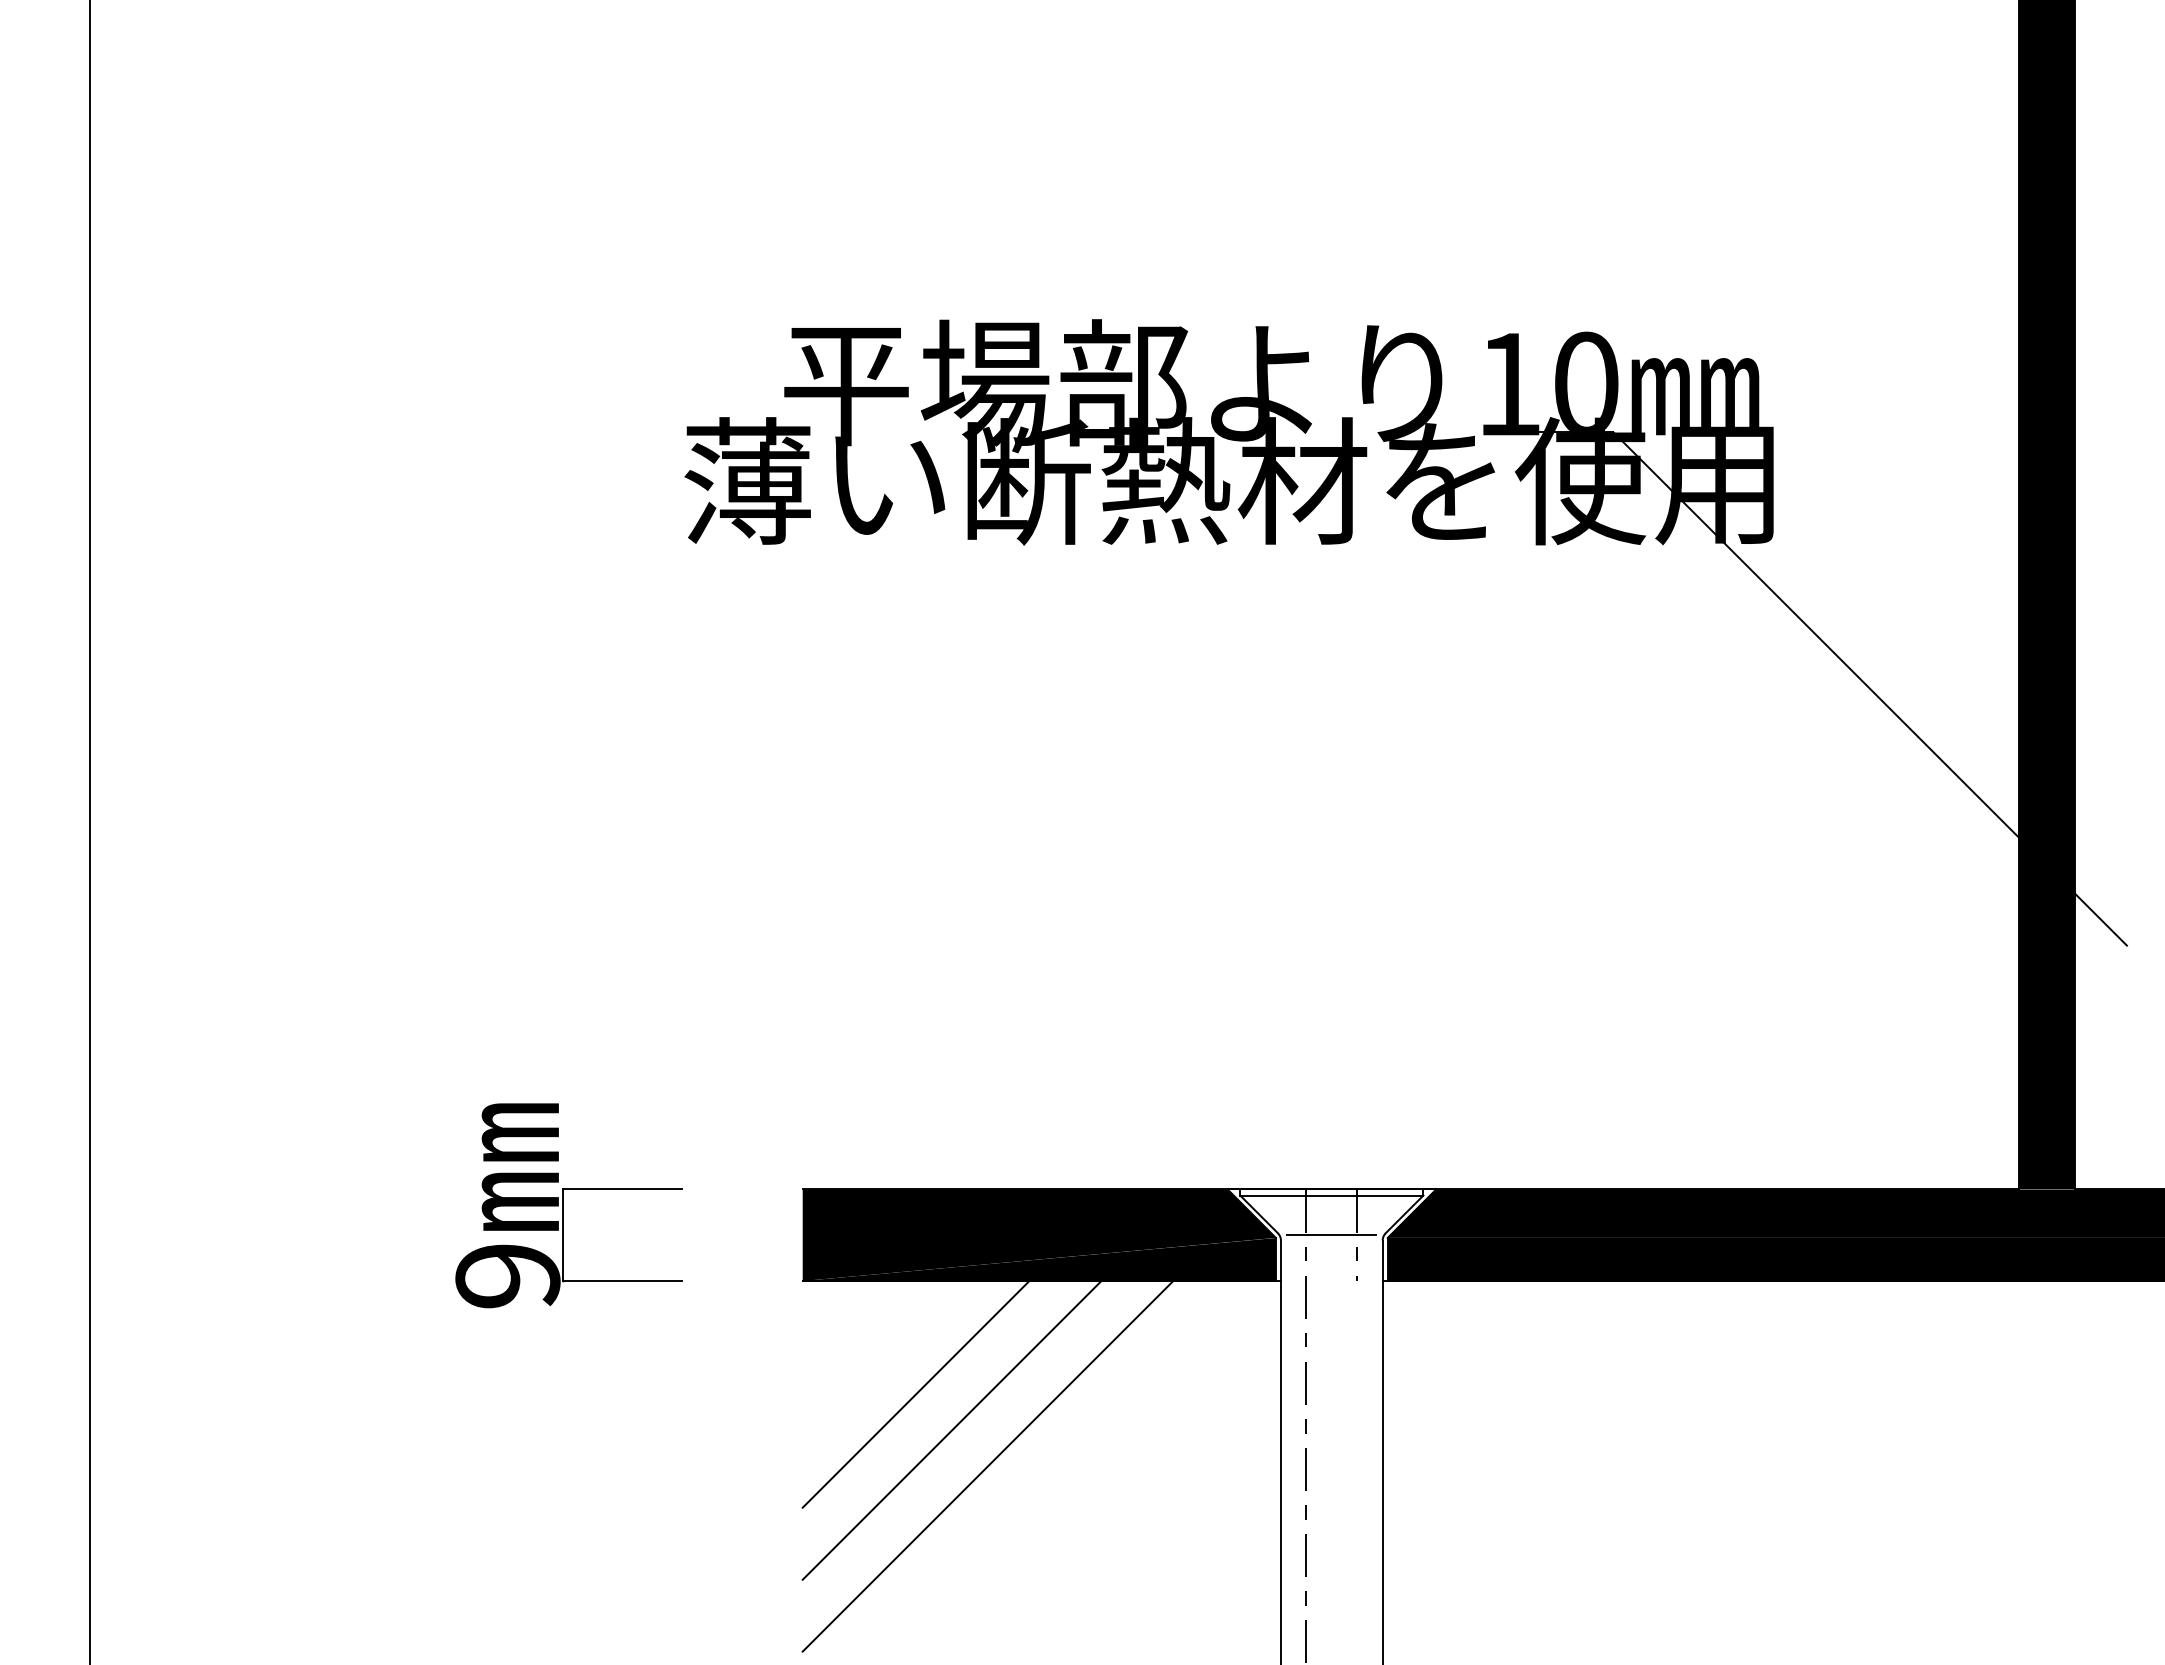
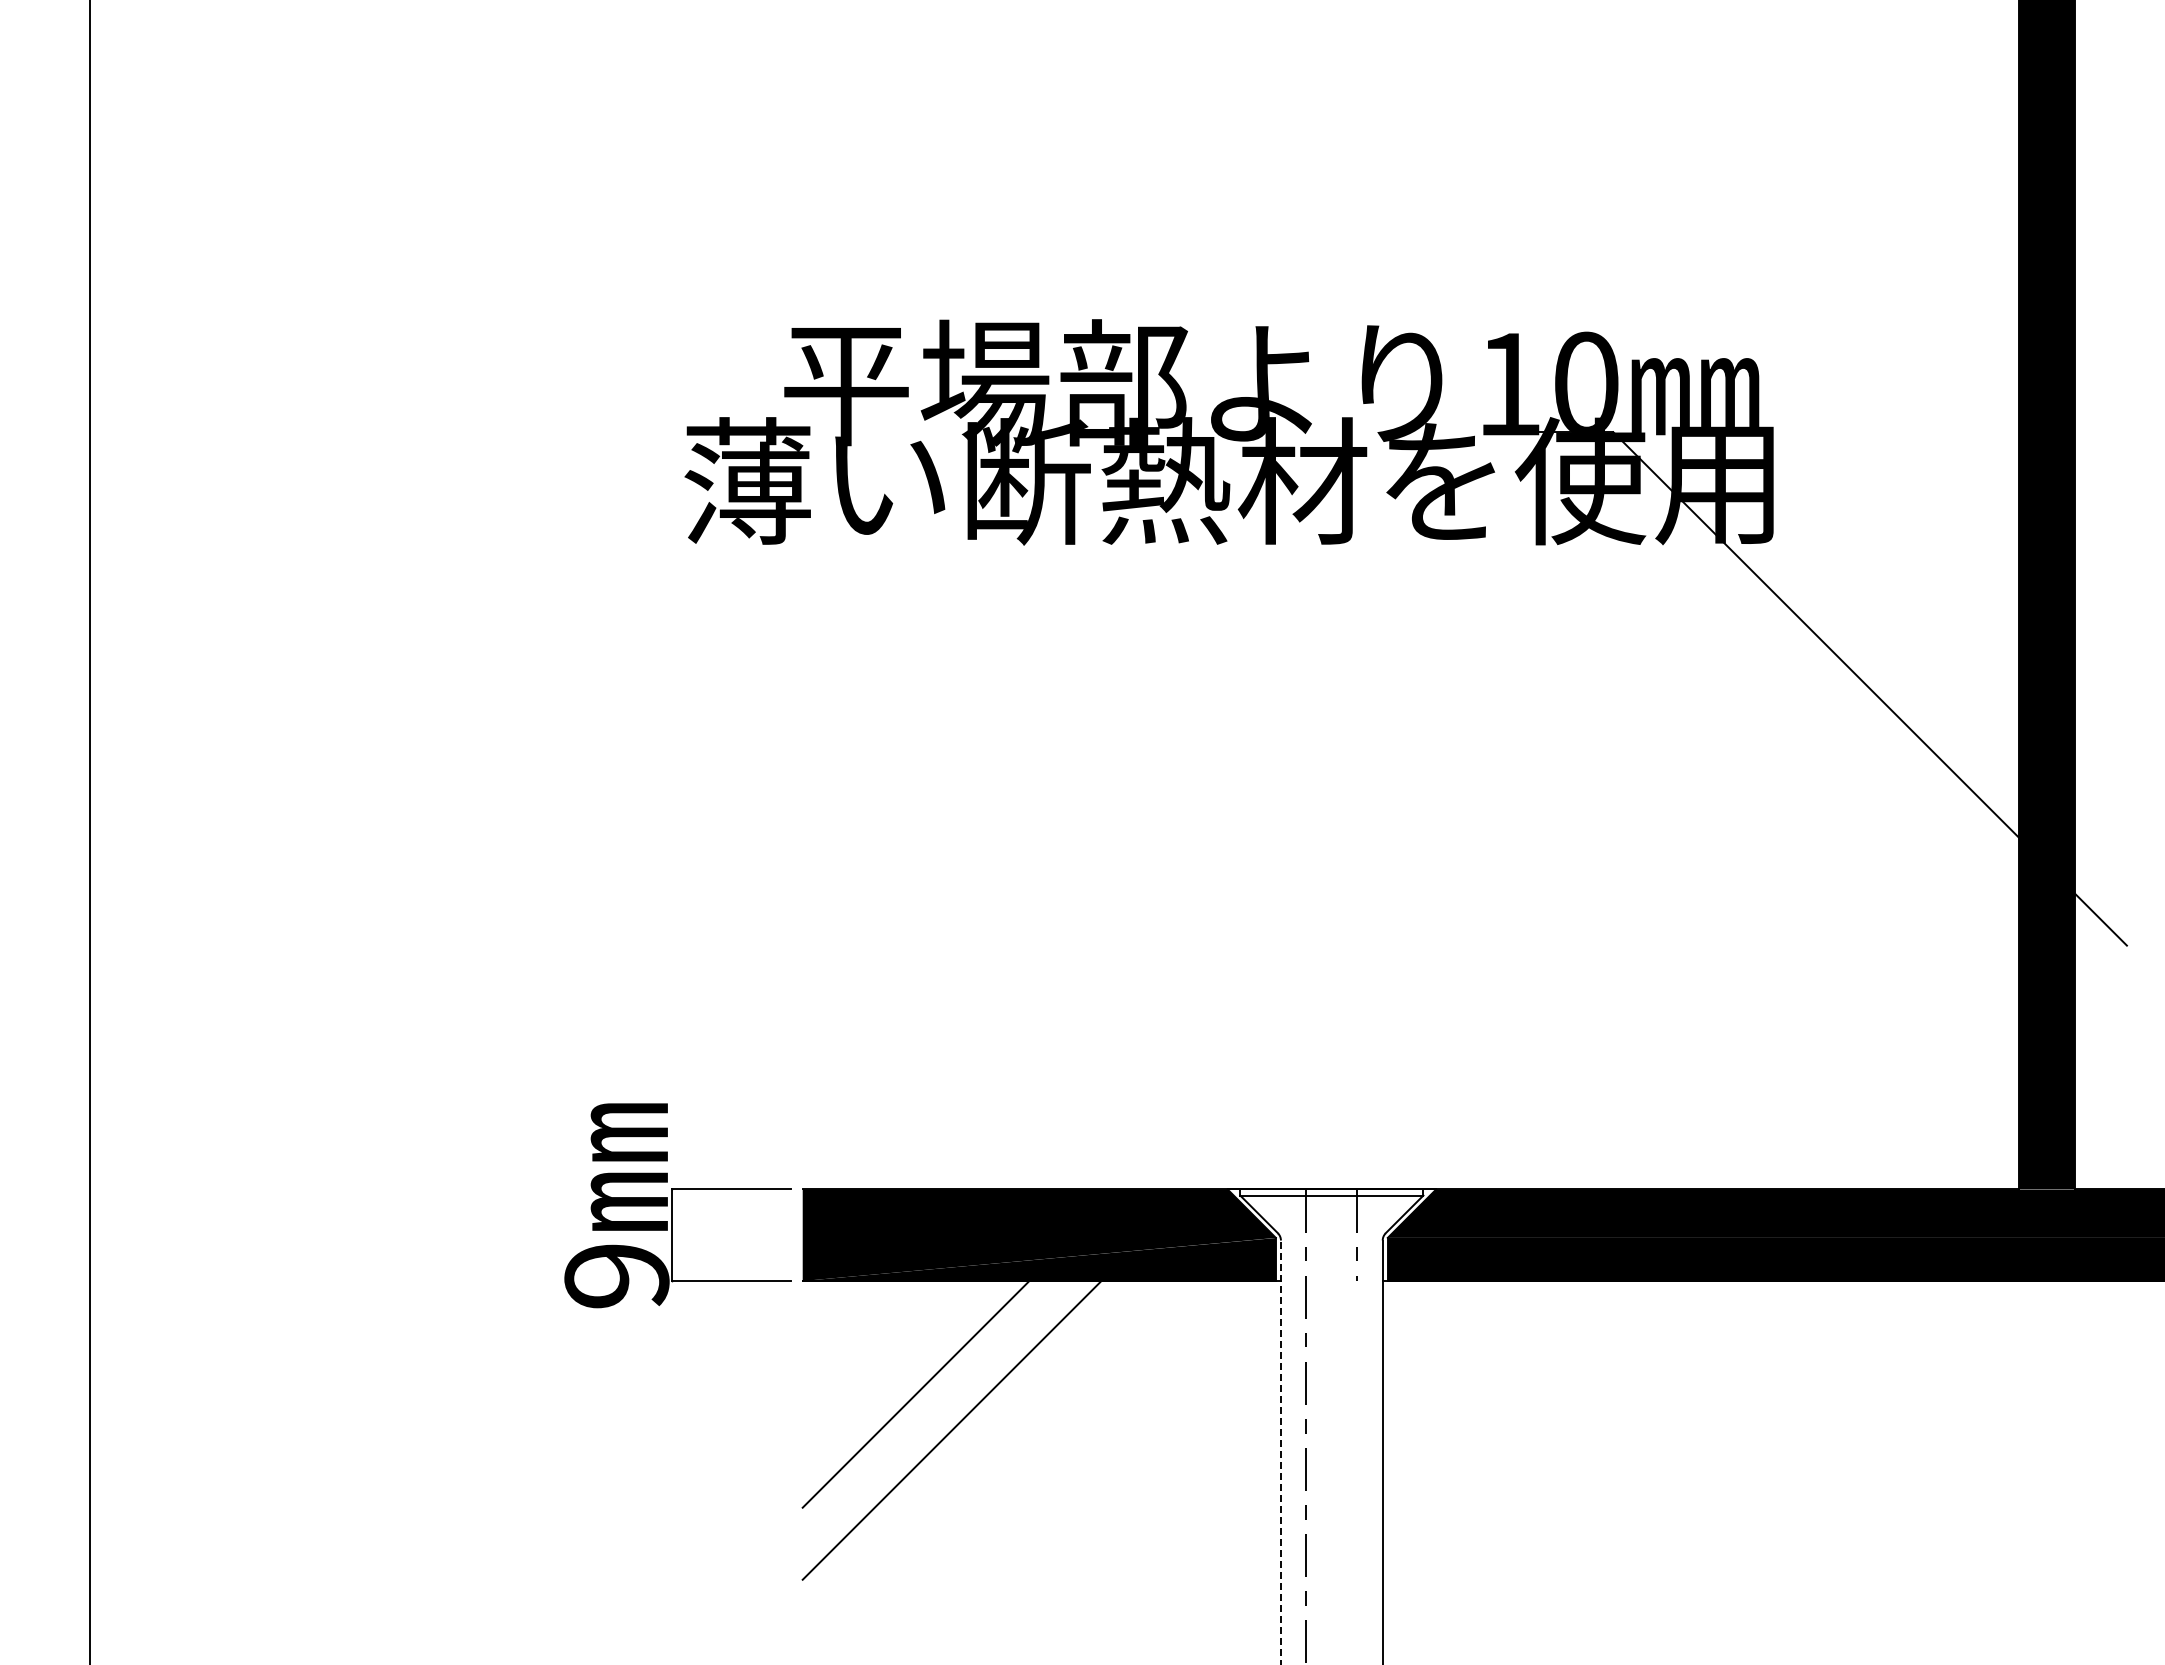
part at (568, 1205) position: (568, 1205) -> (677, 1205)
line at (1331, 1235): present -> none
line at (1280, 1452): solid -> dashed
line at (987, 1466): present -> none
